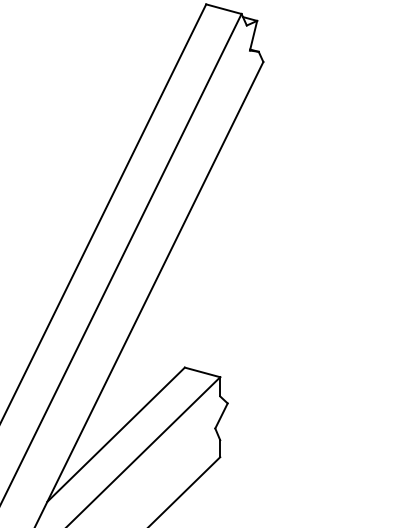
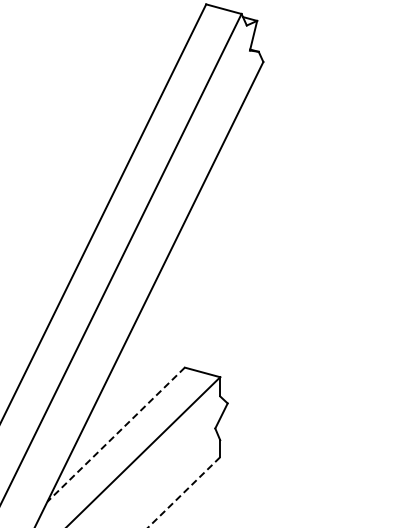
line at (115, 435): solid -> dashed
line at (183, 492): solid -> dashed
